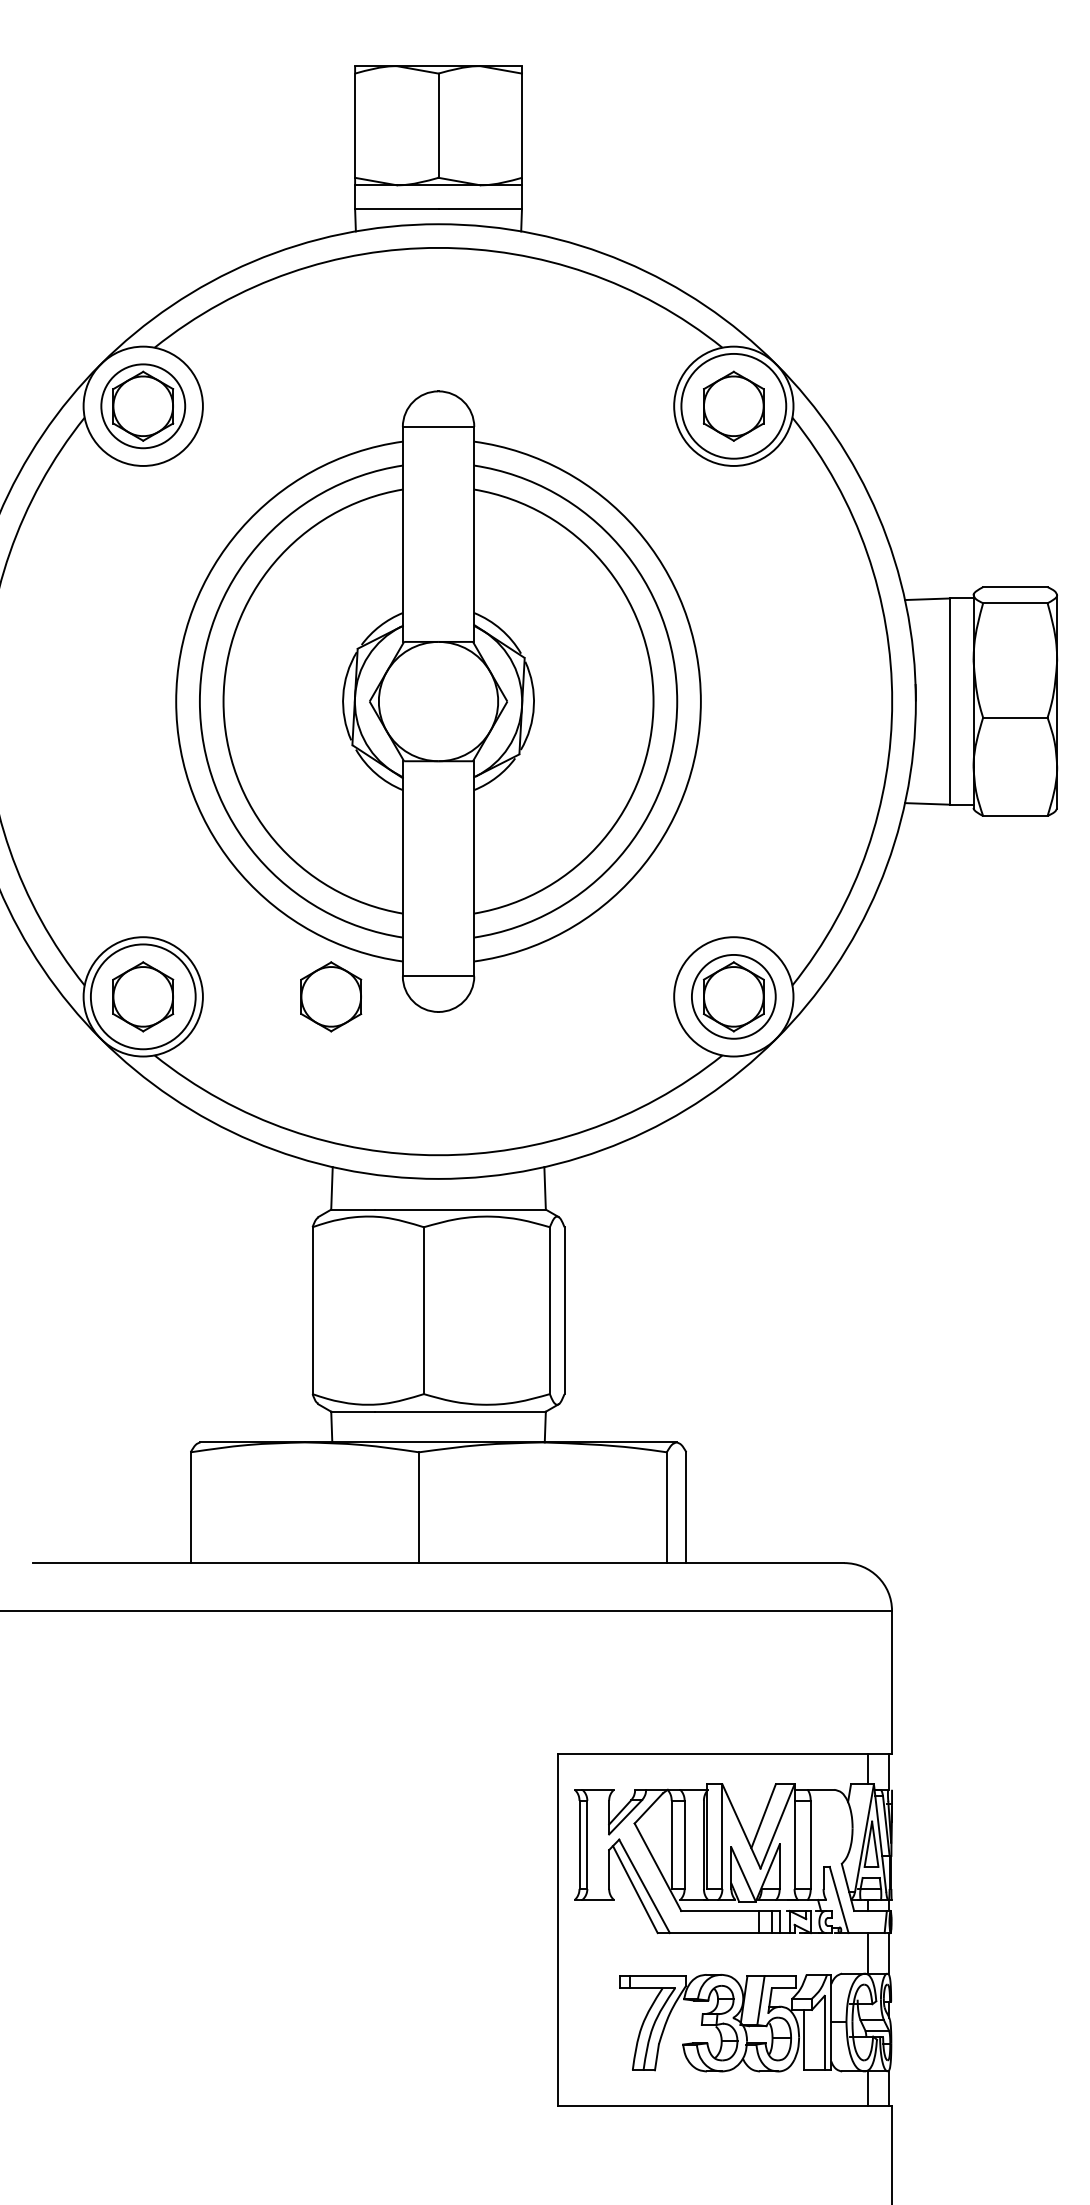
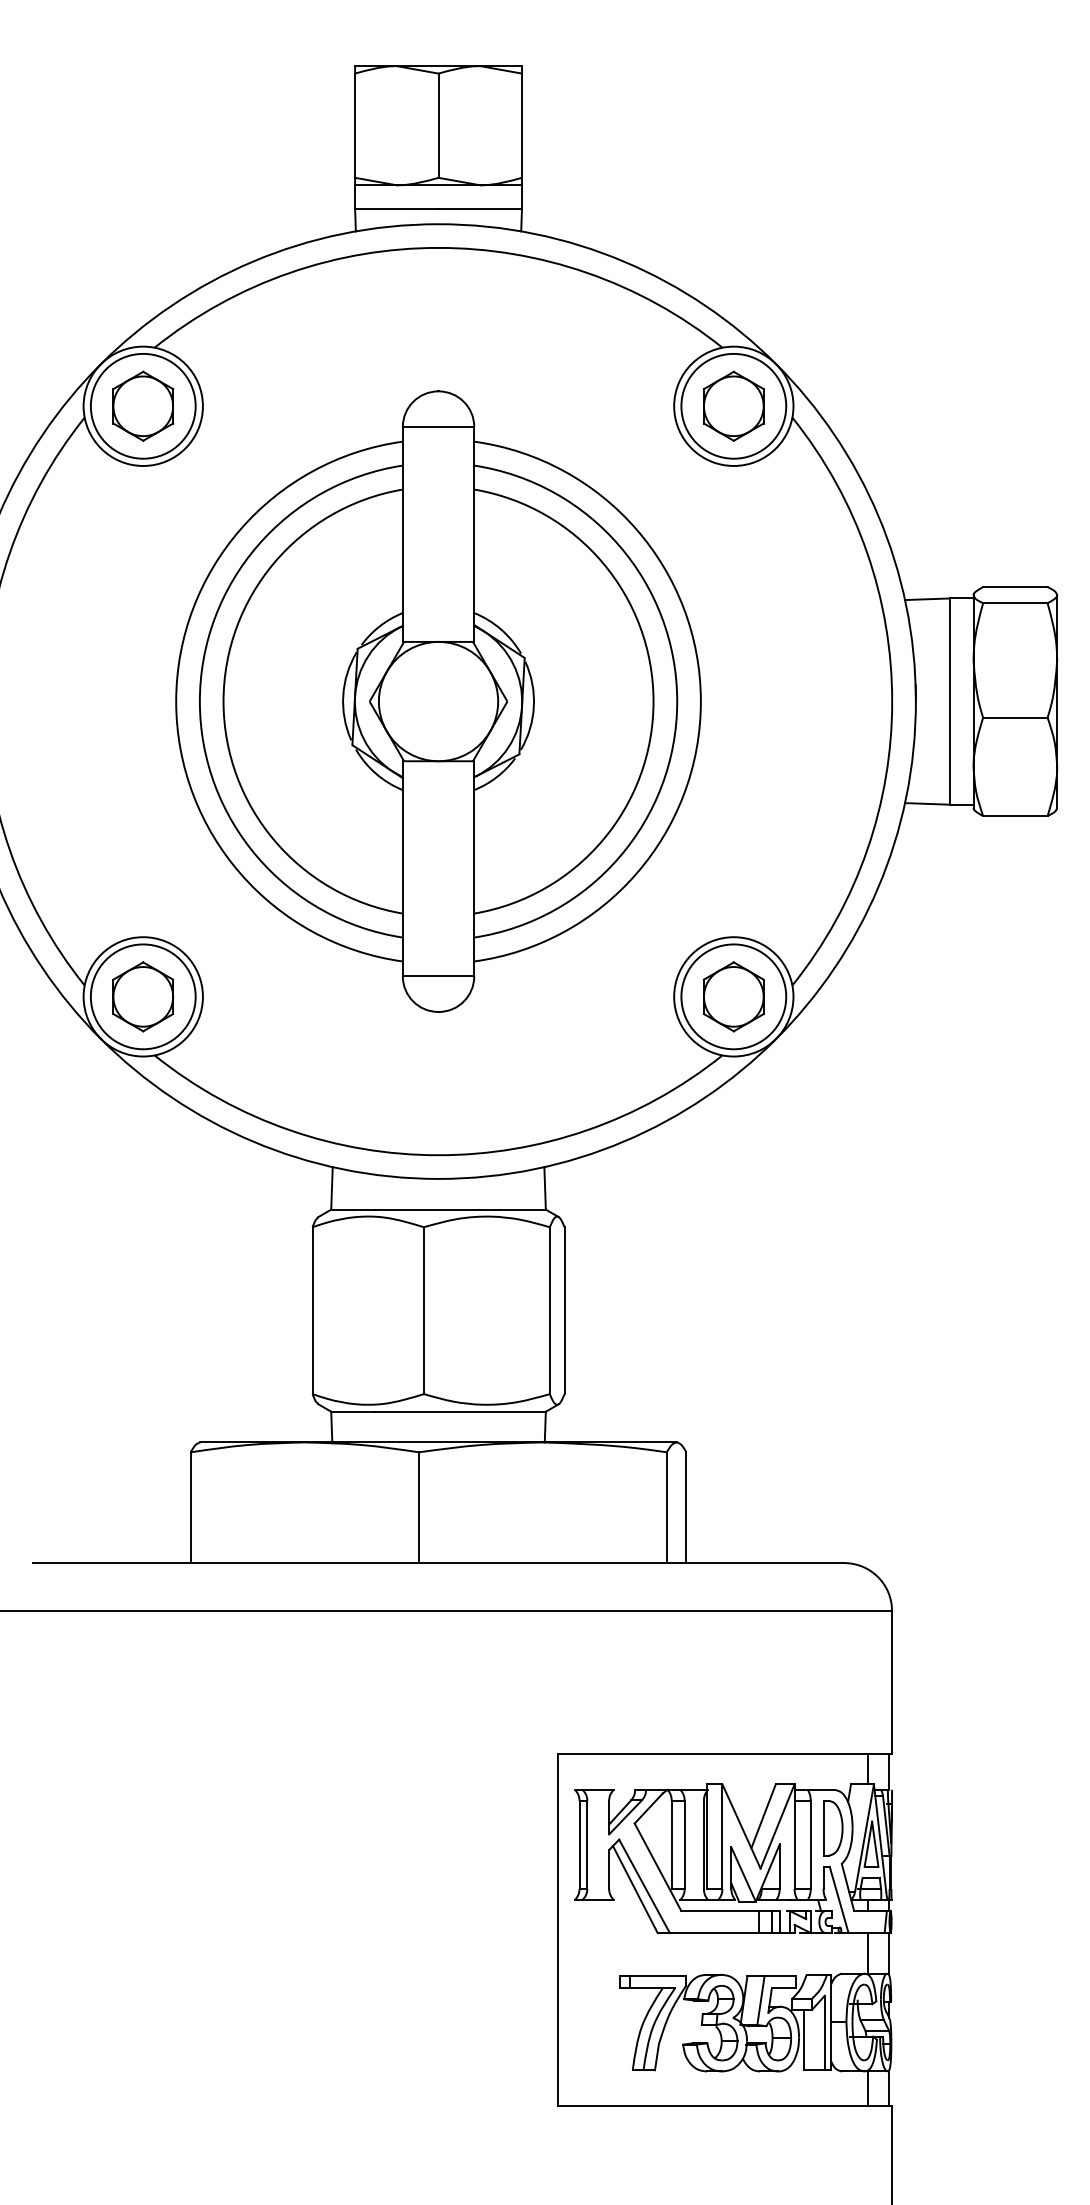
circle at (143, 406) diameter: 84 px -> 105 px
part at (331, 996): present -> none
circle at (733, 996) diameter: 84 px -> 105 px
part at (833, 1828): none -> present
